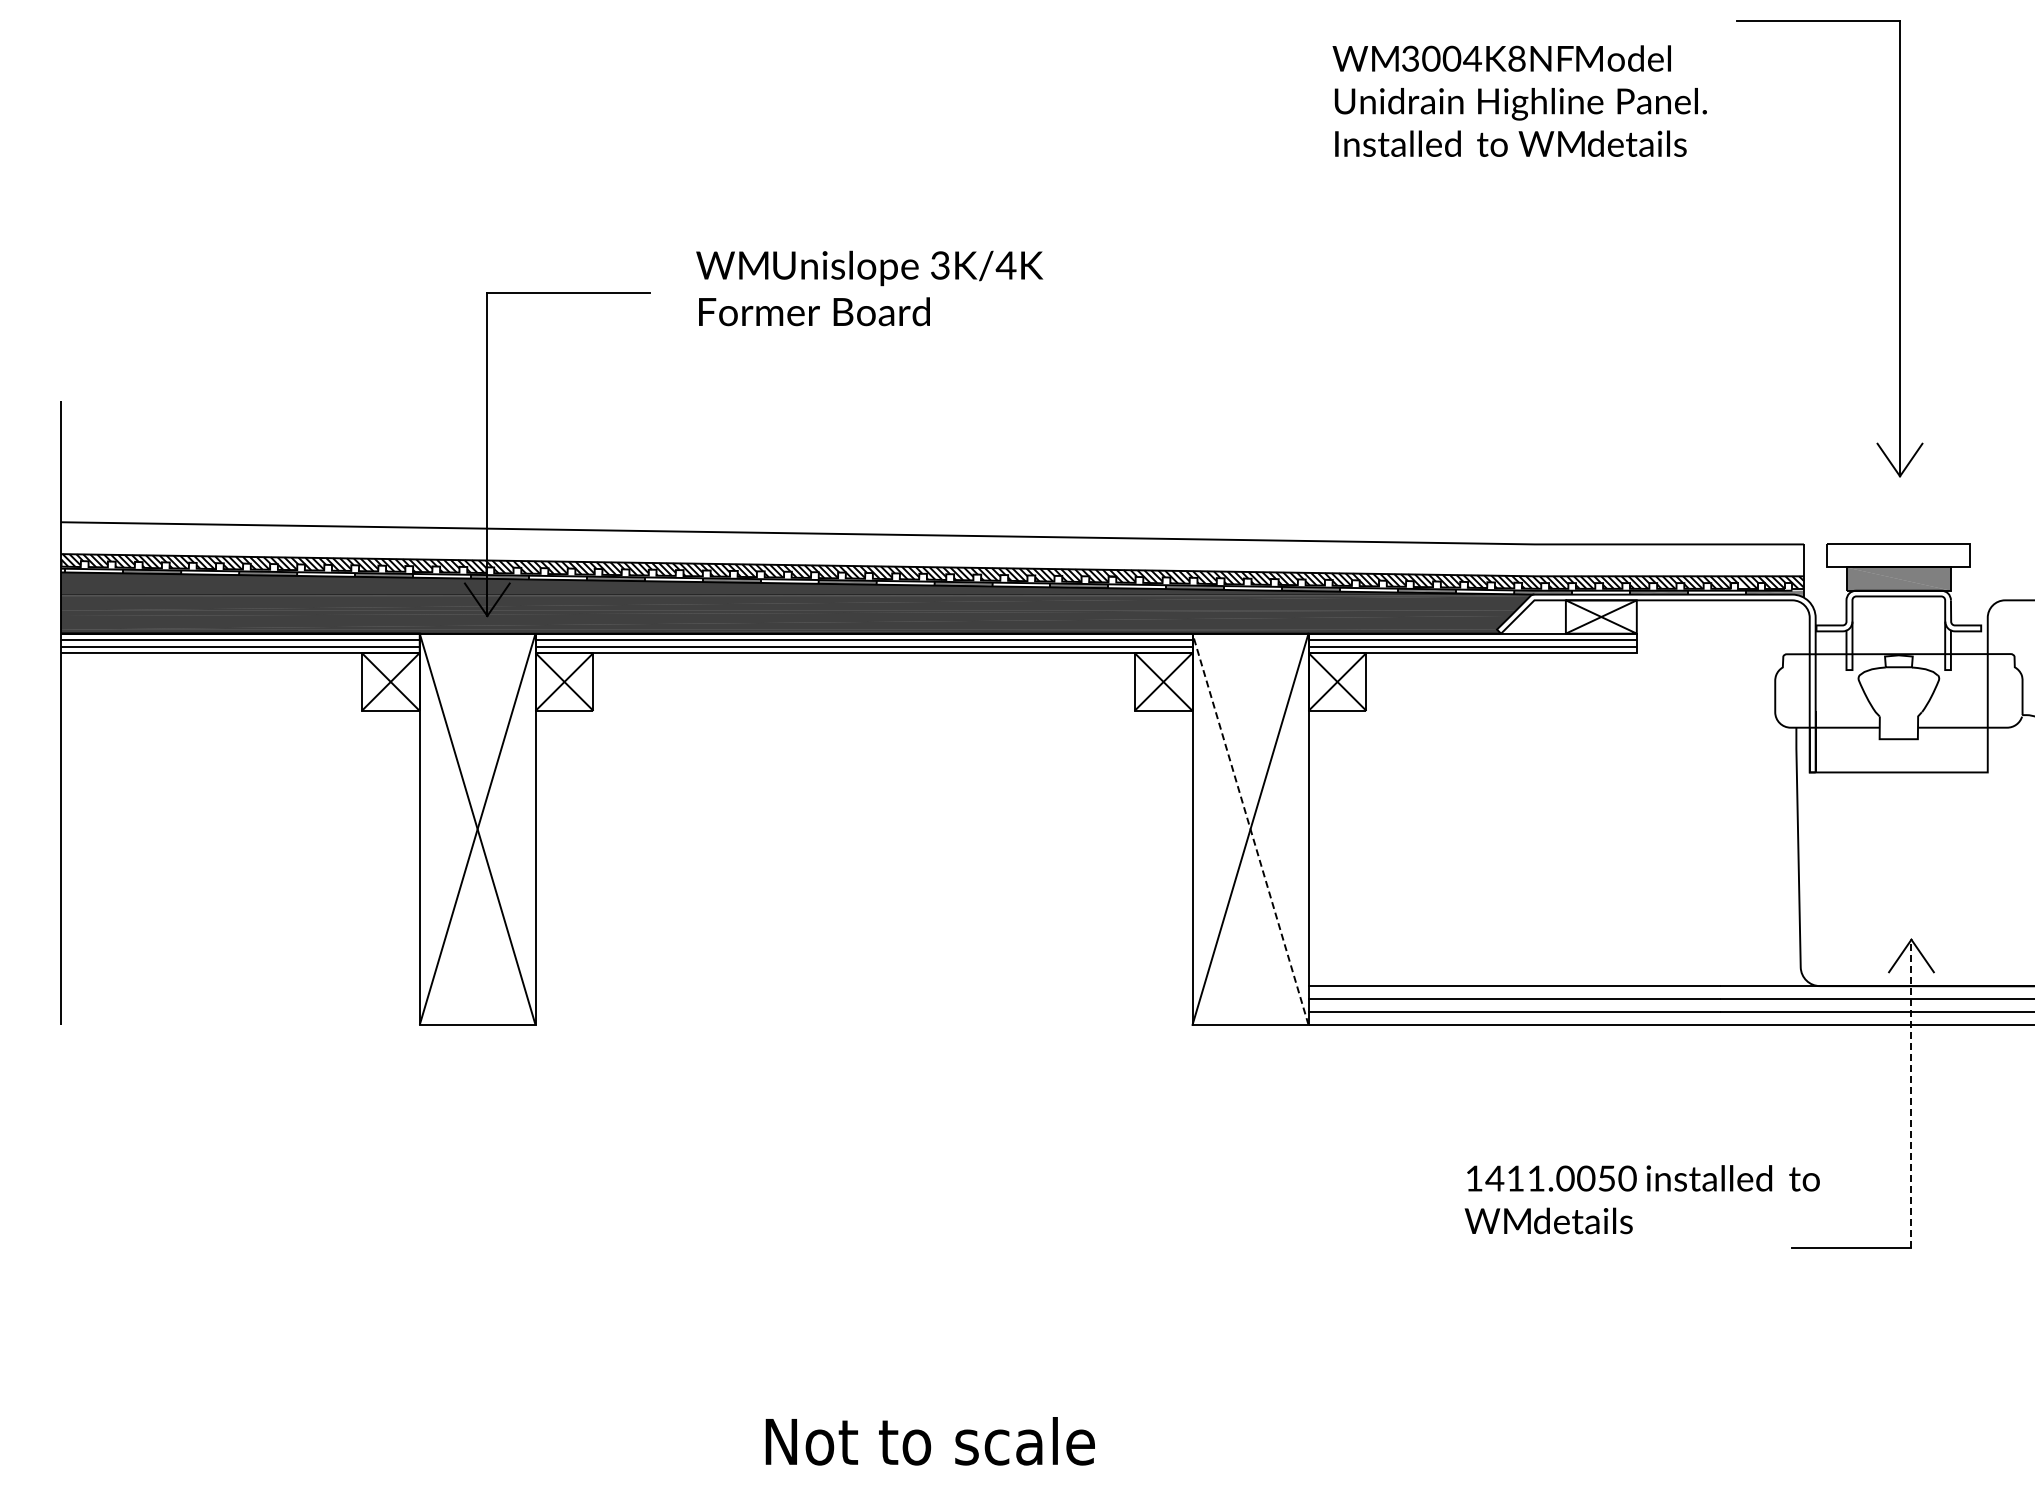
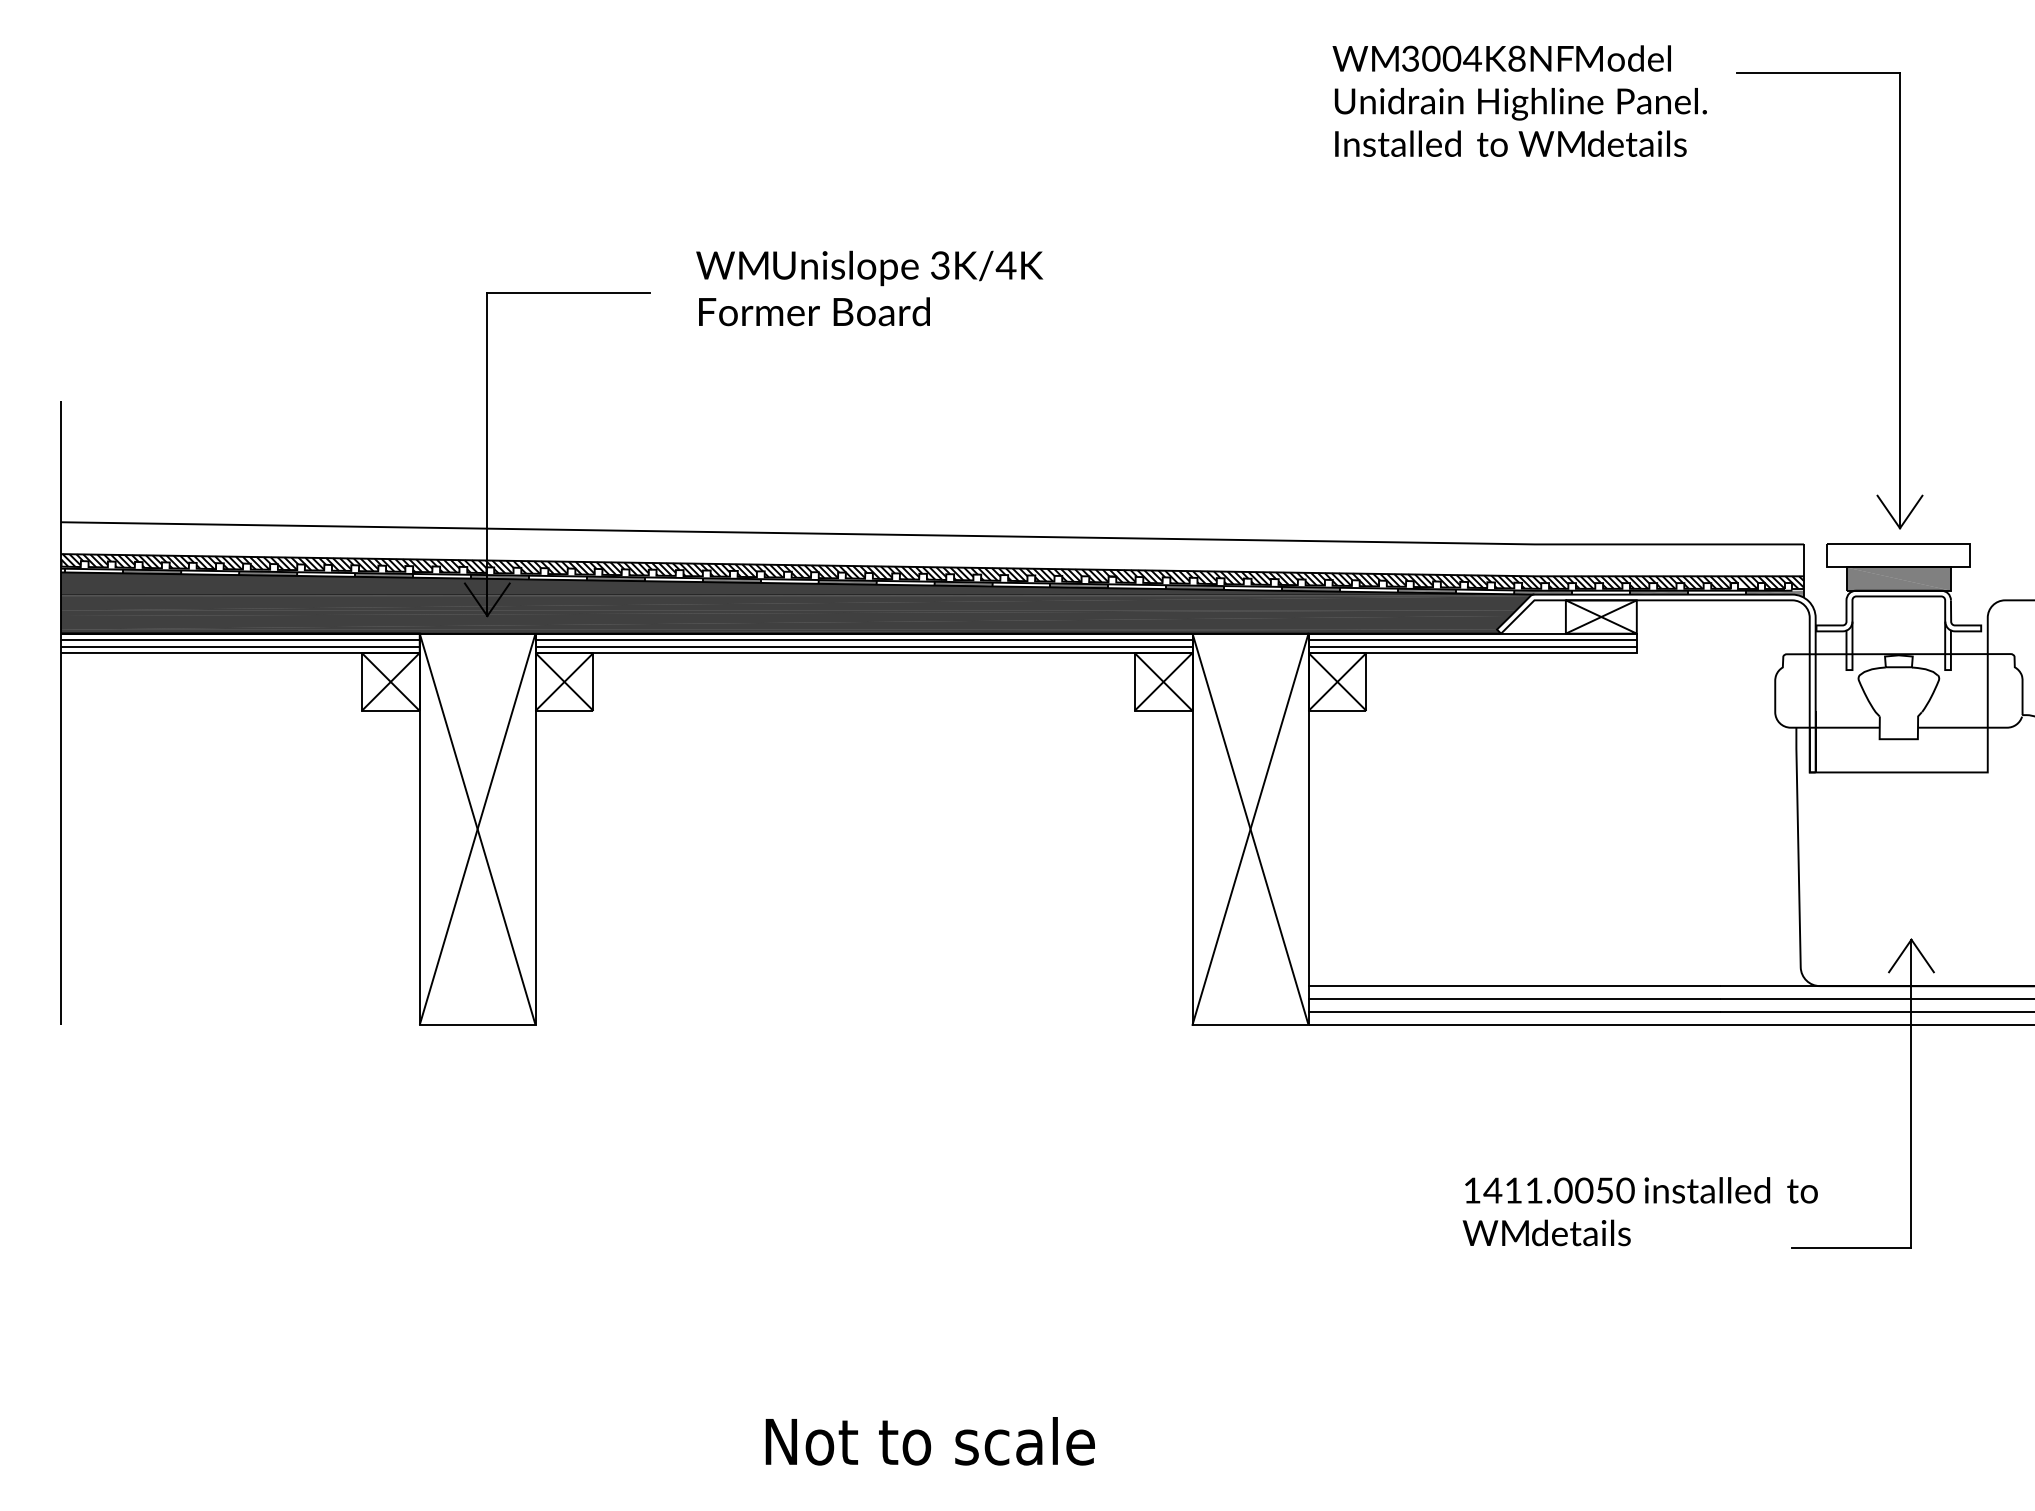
part at (1899, 248) position: (1899, 248) -> (1899, 300)
line at (1250, 828): dashed -> solid
line at (1911, 1093): dashed -> solid
text at (1641, 1199) position: (1641, 1199) -> (1639, 1211)
